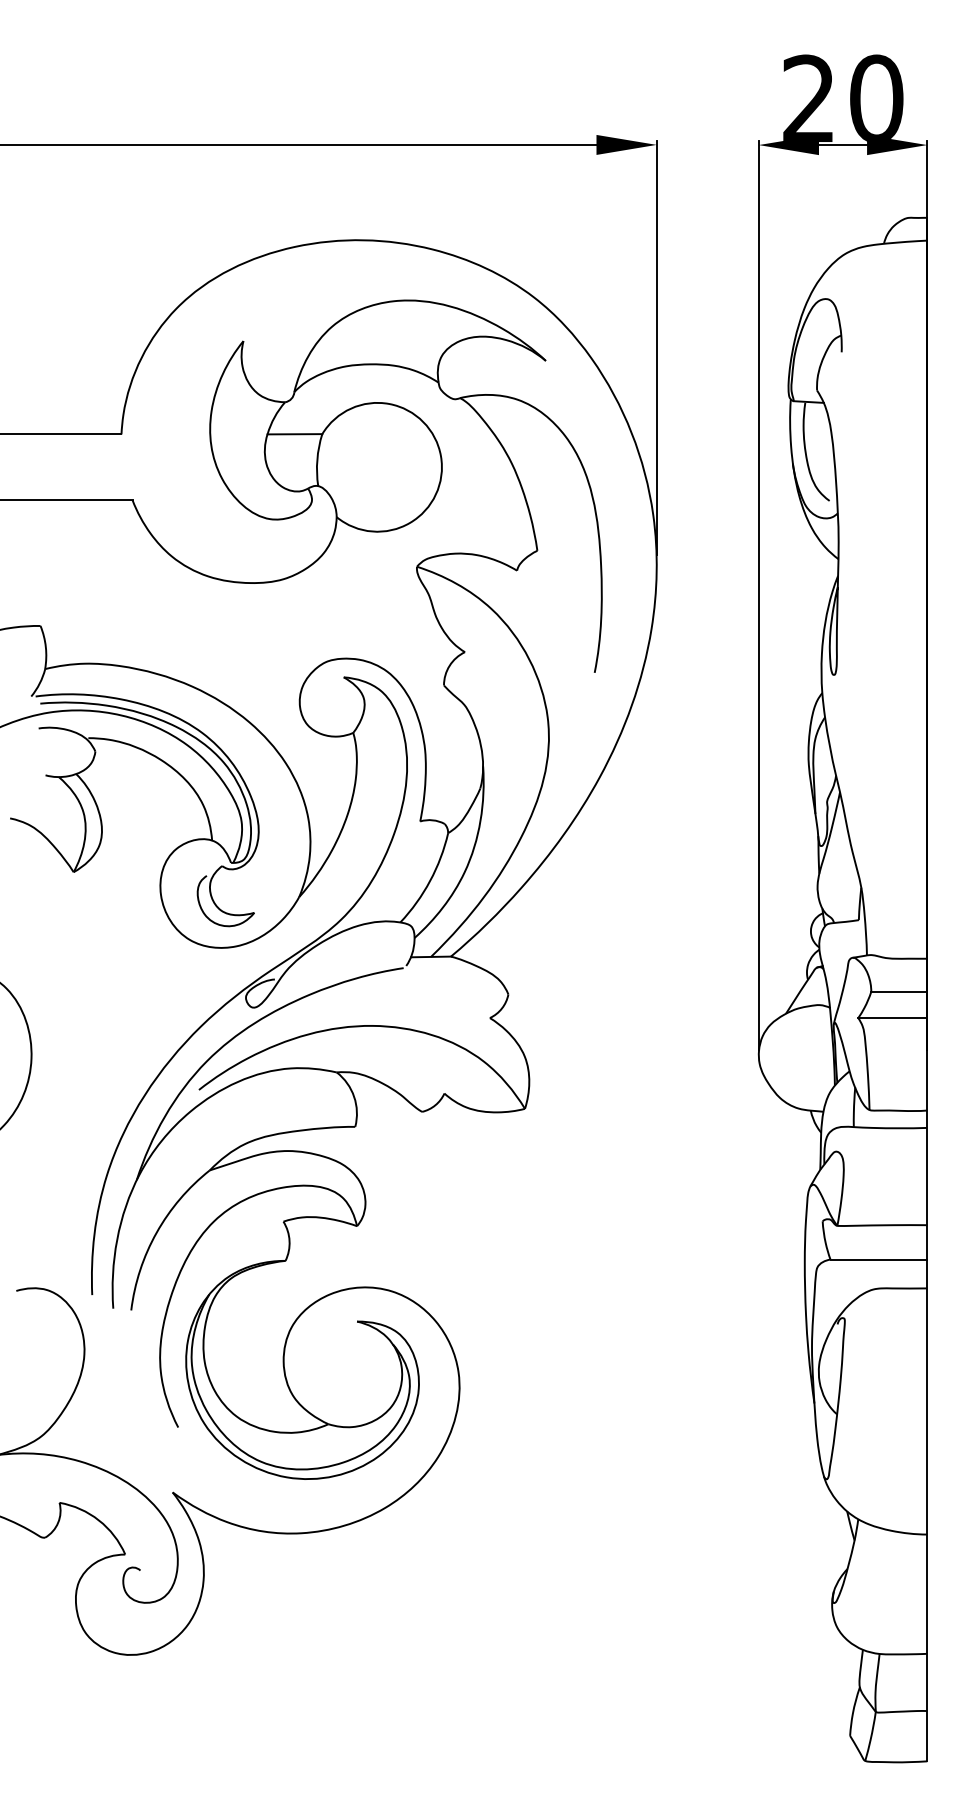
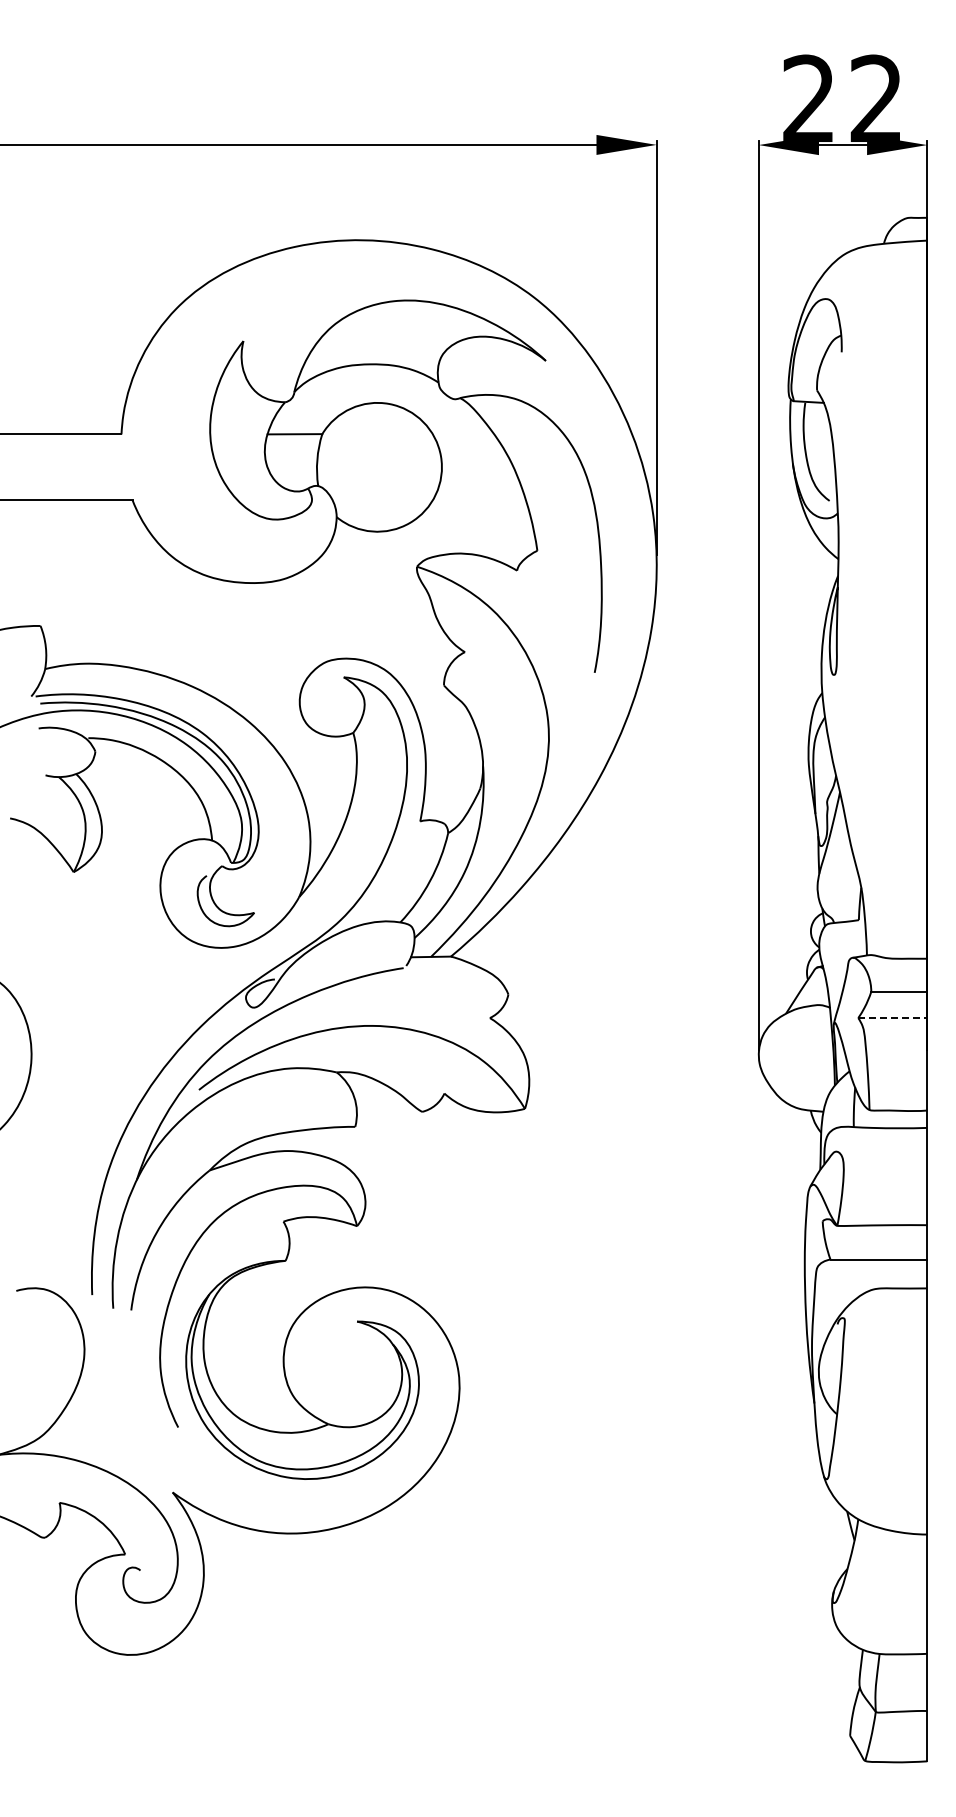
text at (876, 97): 20 -> 22
line at (893, 1018): solid -> dashed
